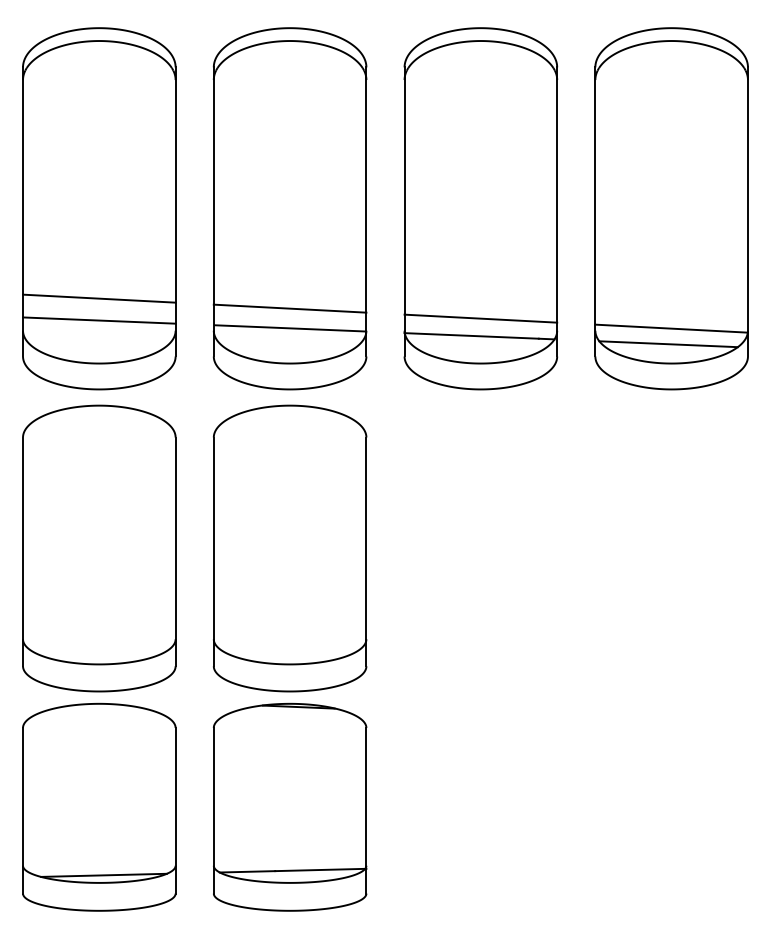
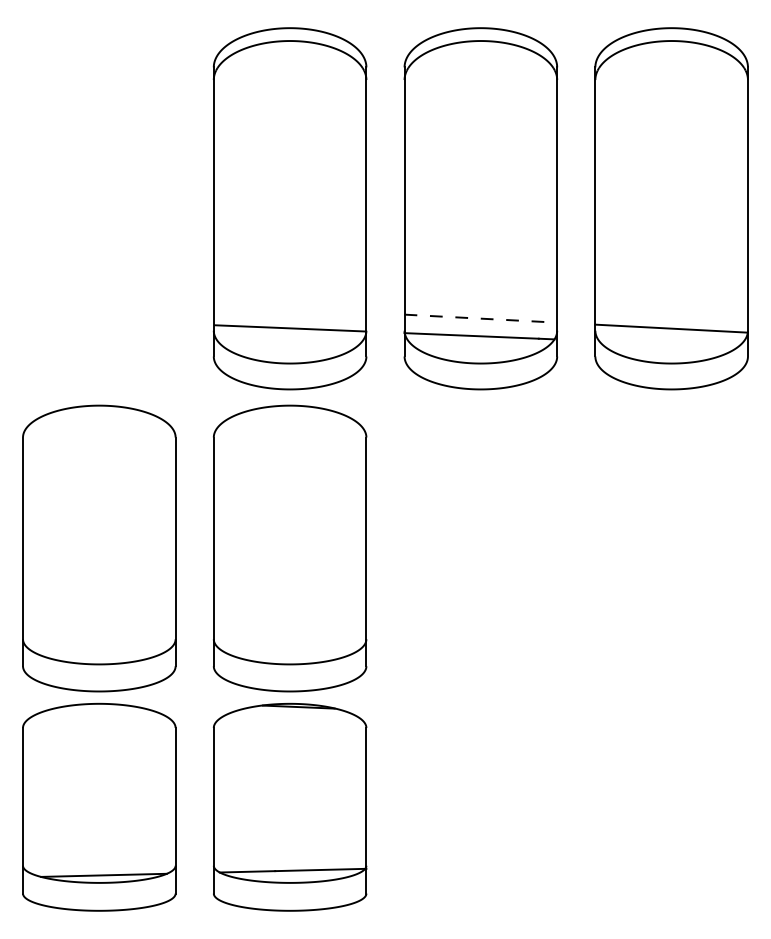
part at (99, 208): present -> none
line at (289, 308): present -> none
line at (481, 318): solid -> dashed
line at (668, 344): present -> none
